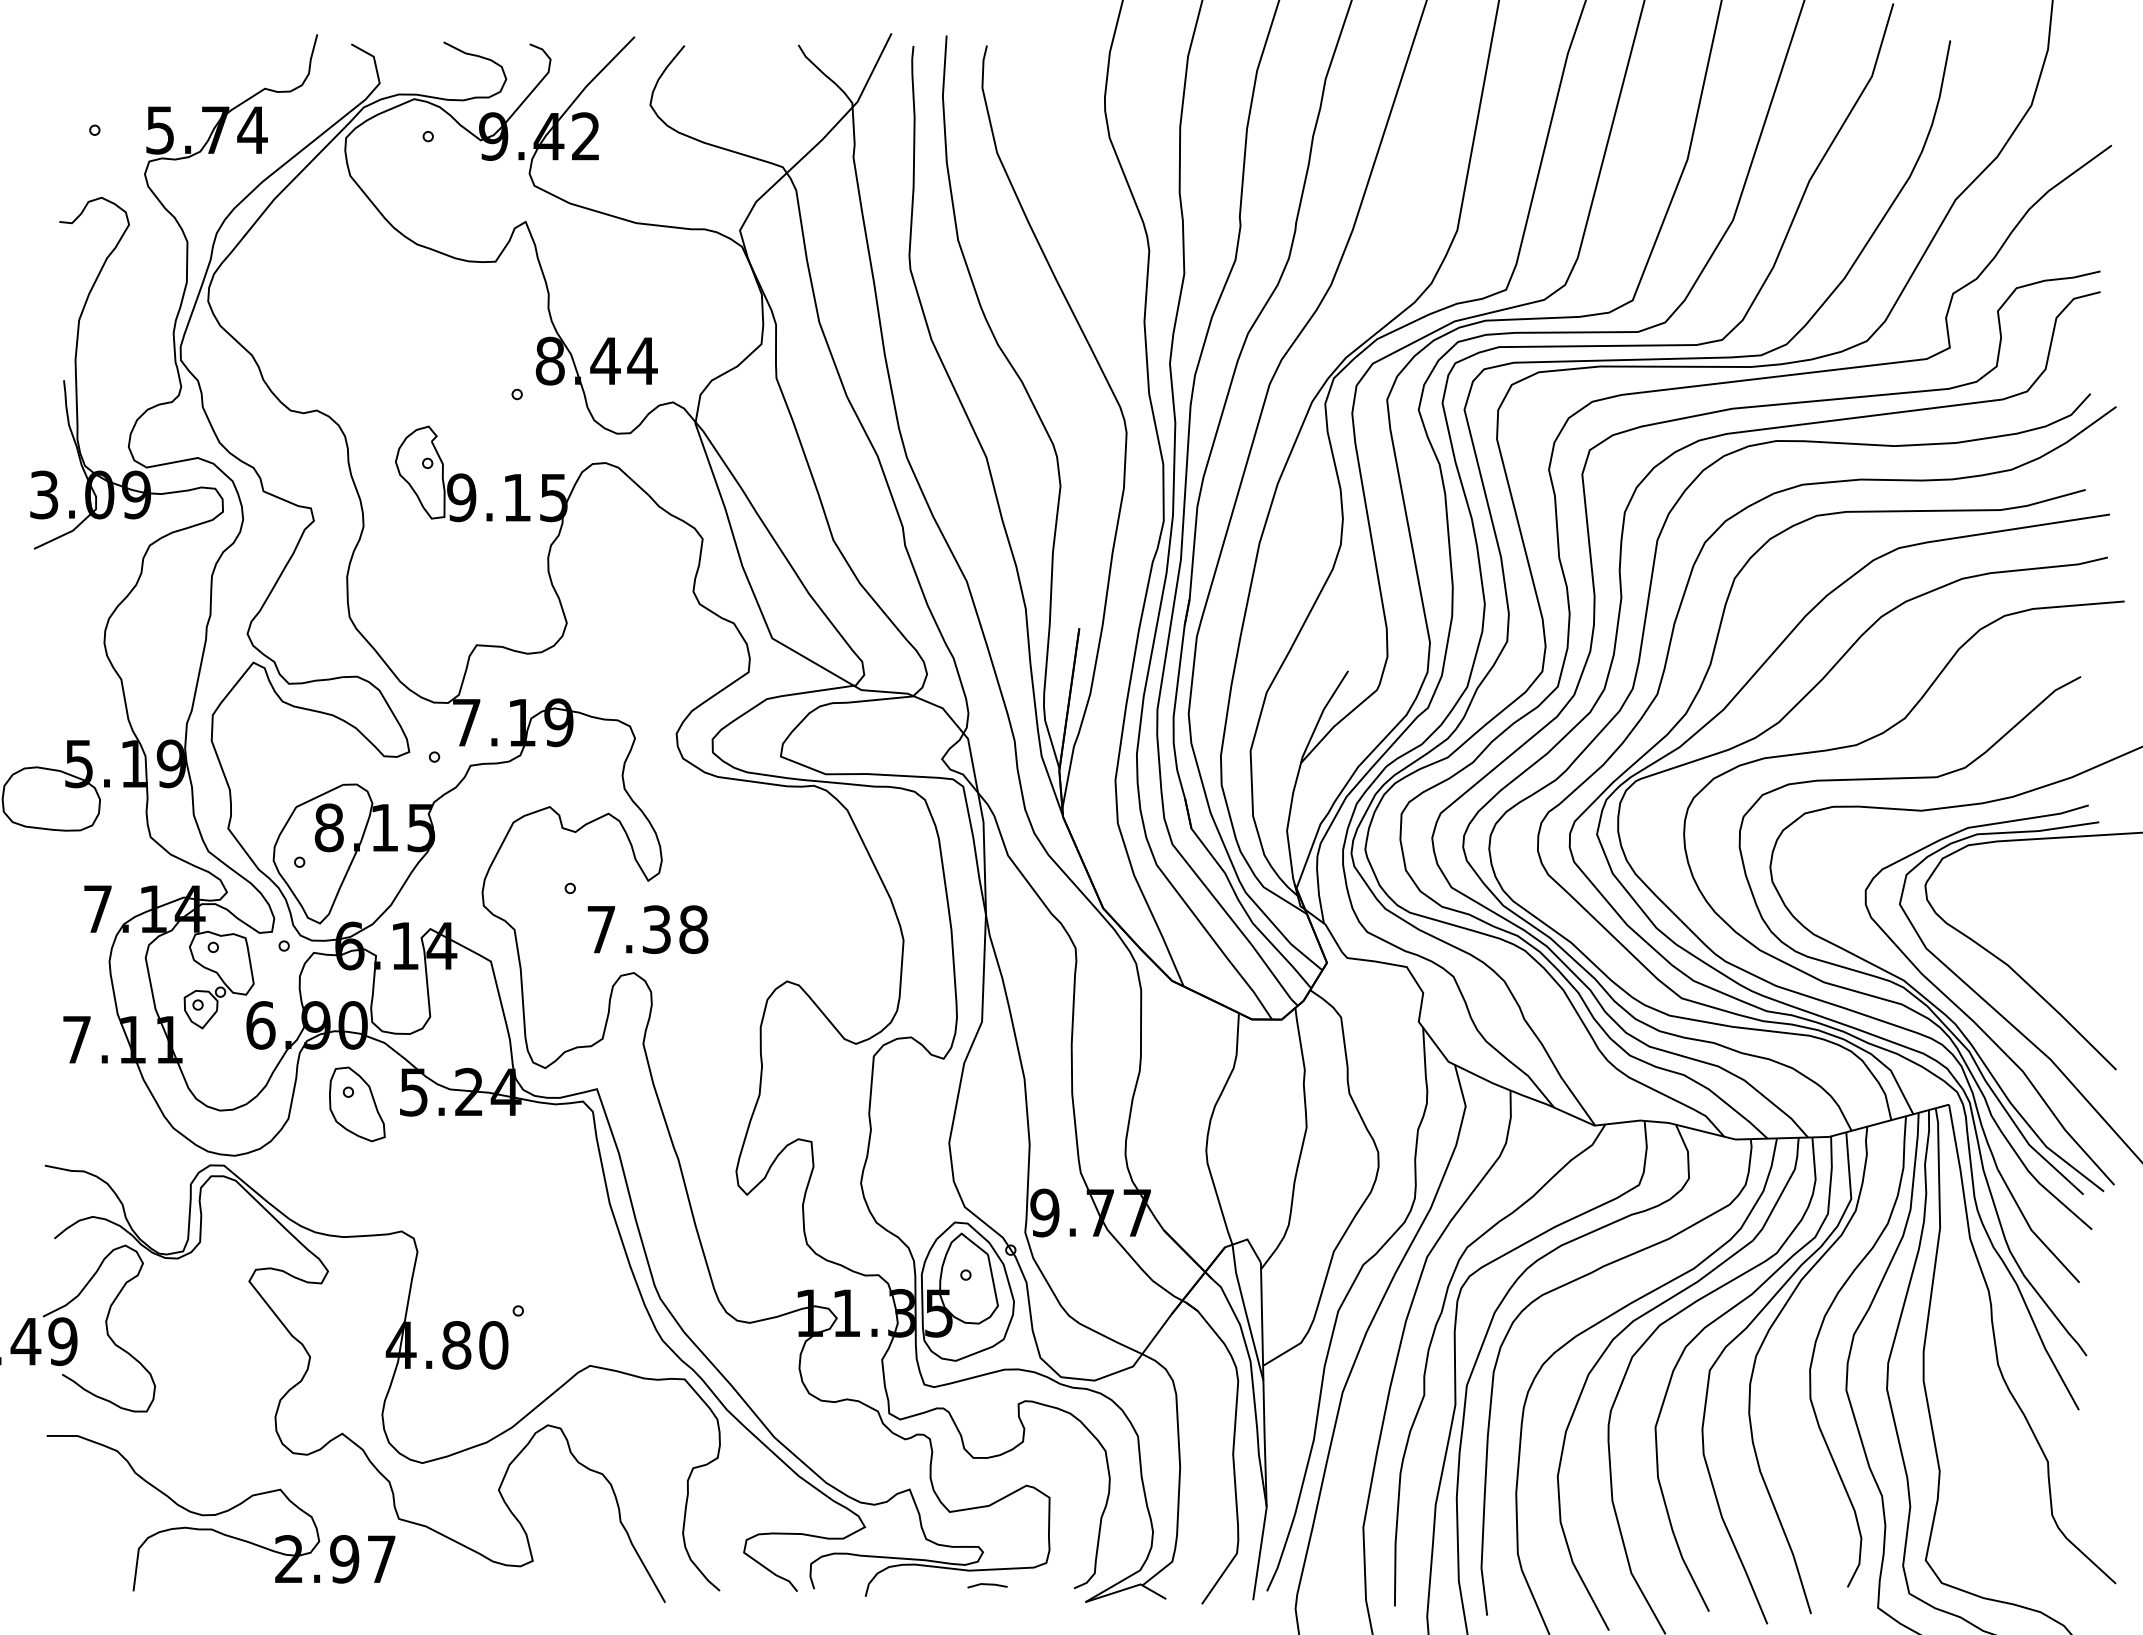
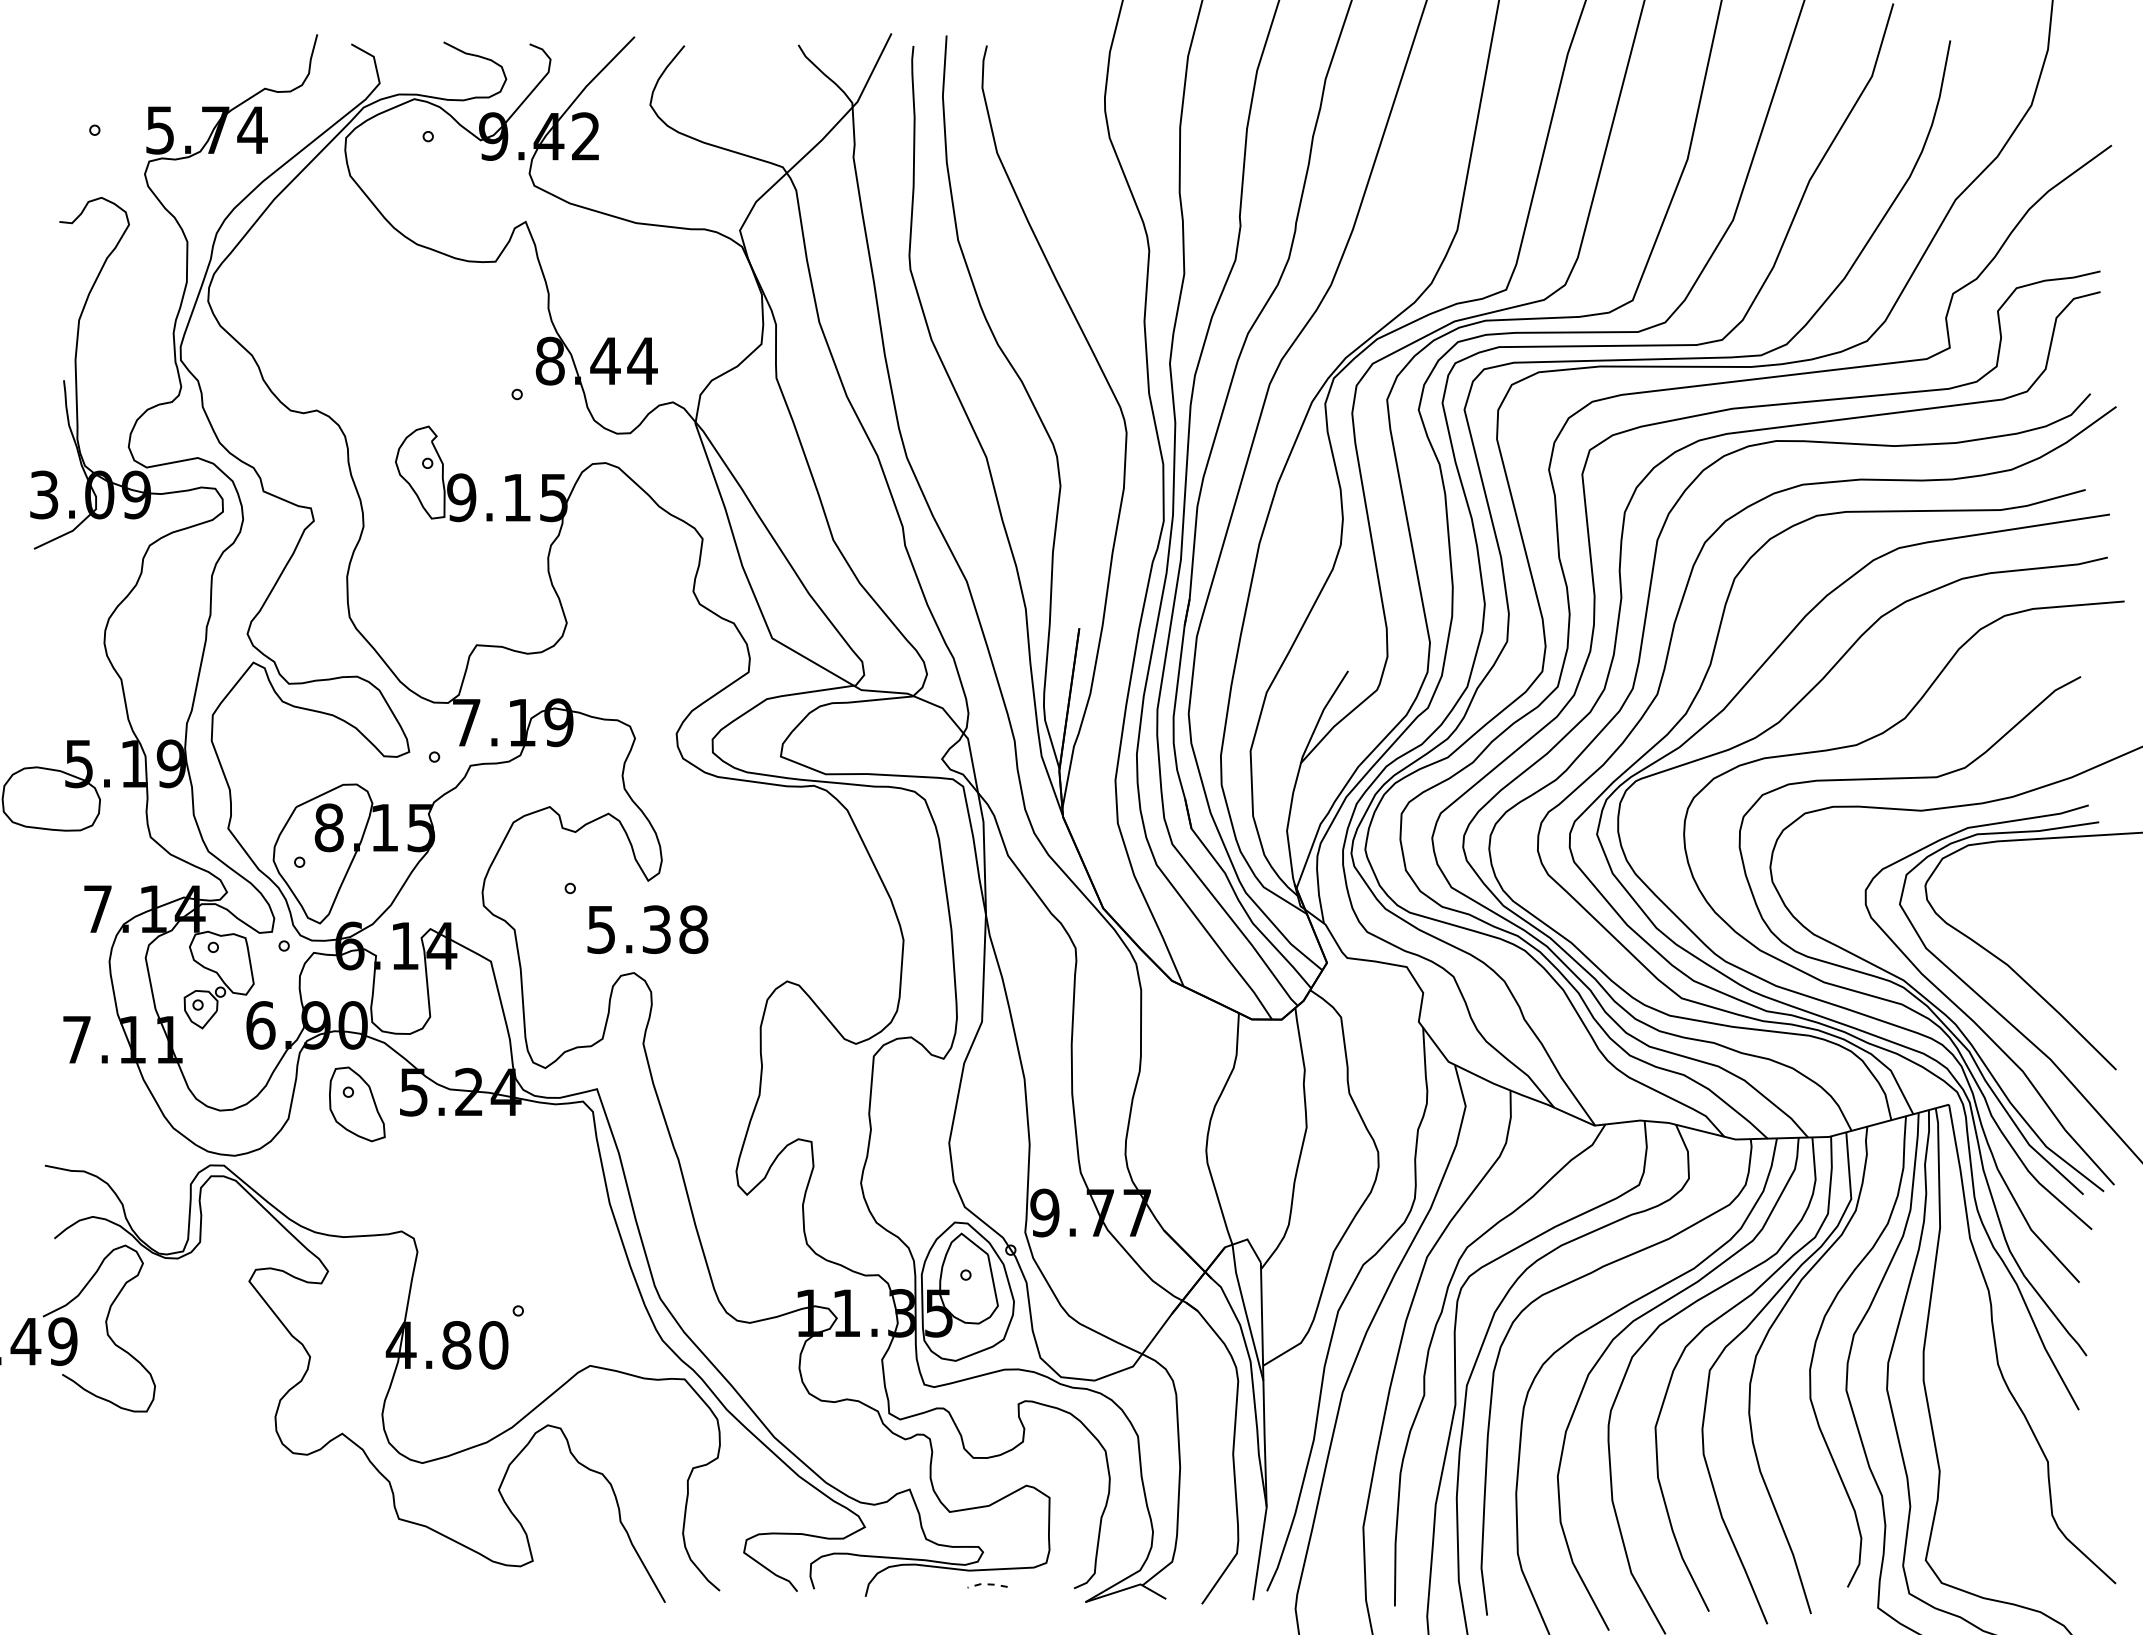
text at (600, 930): 7.38 -> 5.38
part at (220, 1513): present -> none
line at (987, 1584): solid -> dashed
